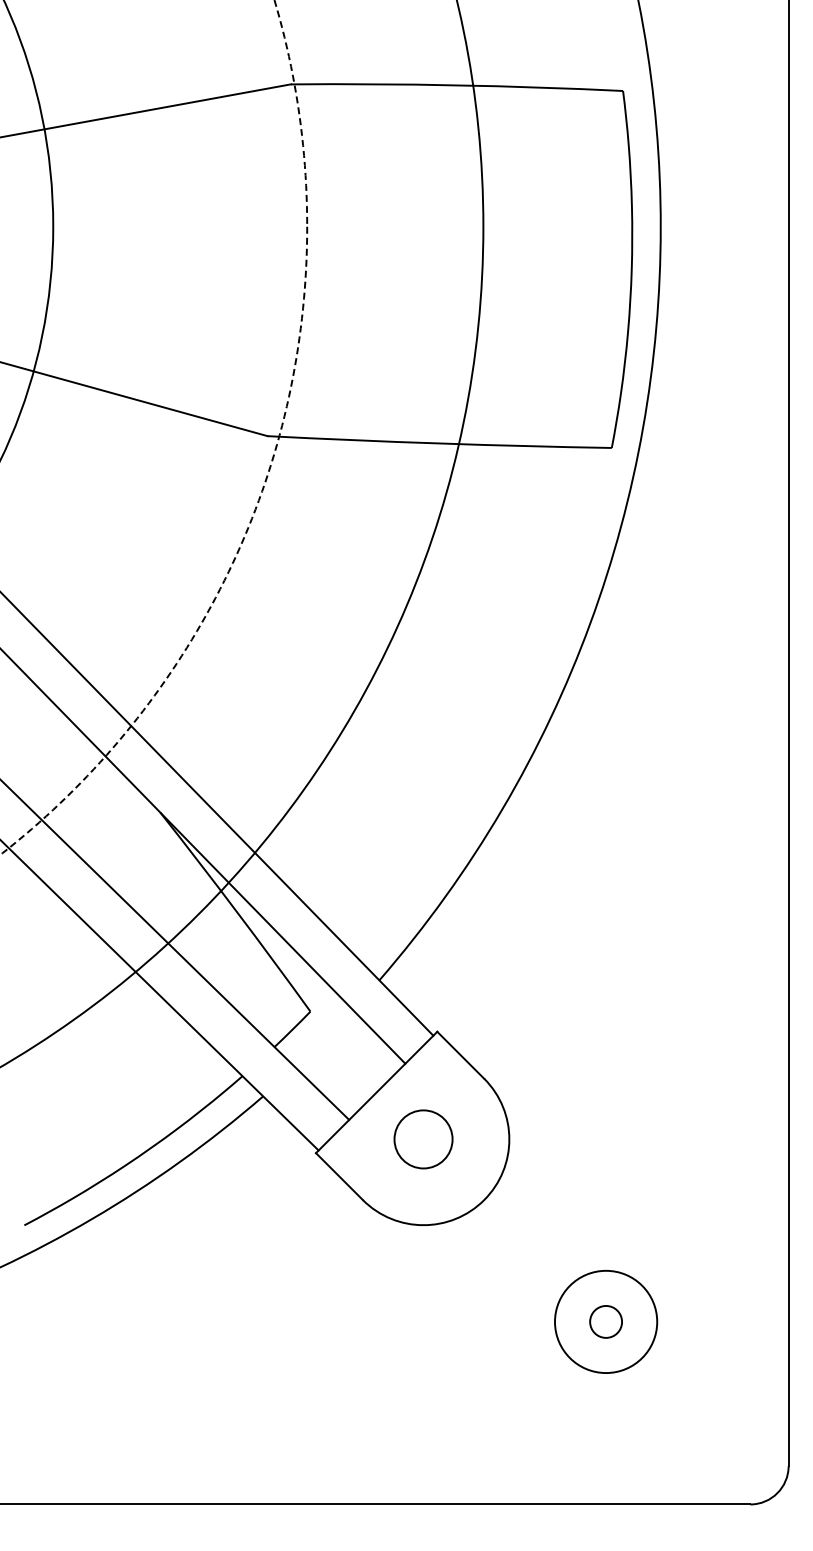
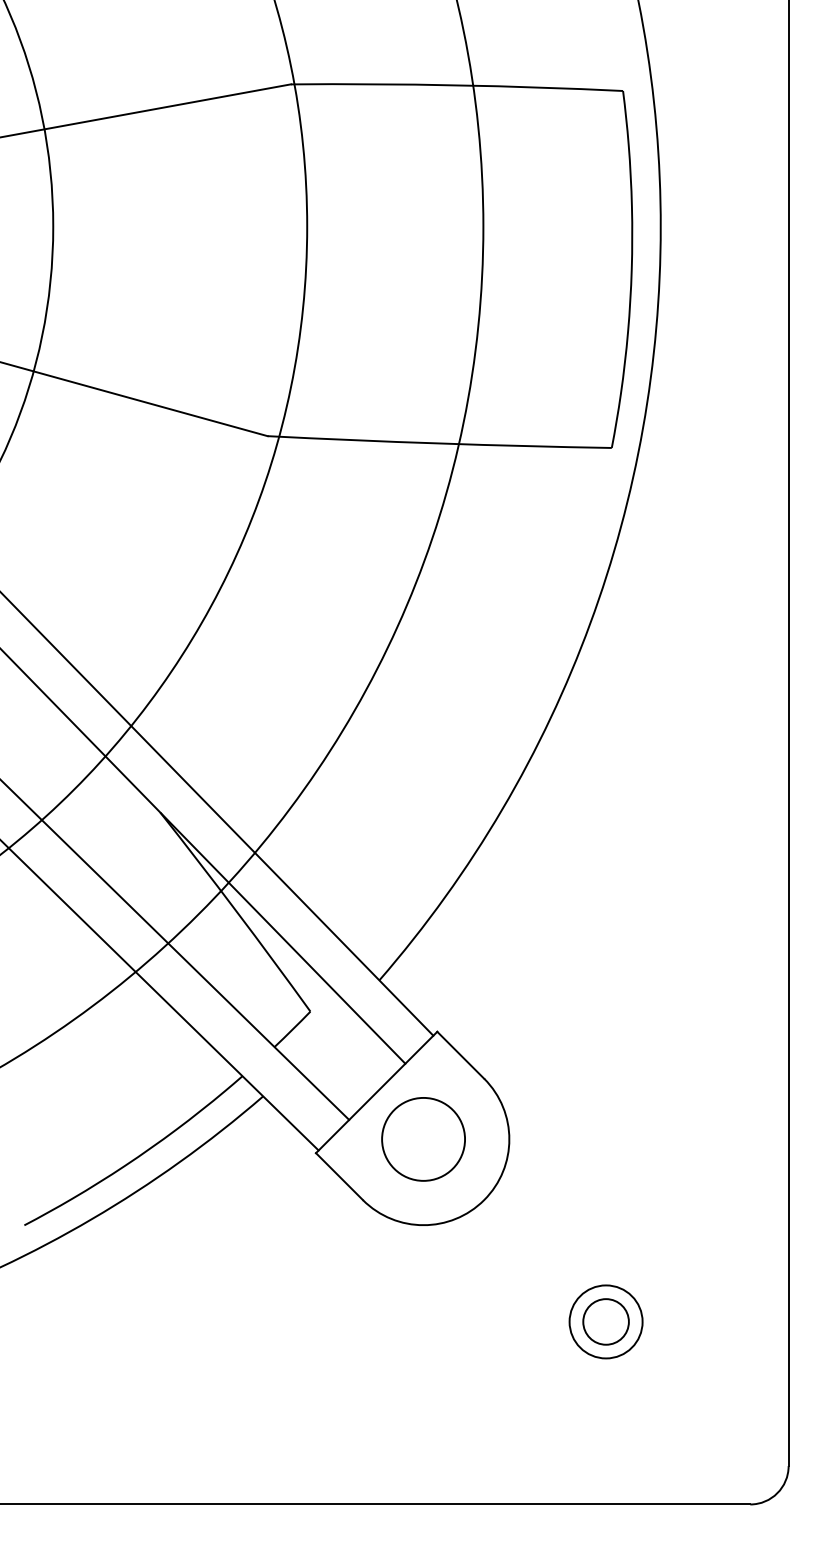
circle at (153, 427): dashed -> solid
circle at (423, 1139) size: 61x61 px -> 85x85 px
circle at (606, 1321) diameter: 102 px -> 73 px
circle at (606, 1321) diameter: 32 px -> 46 px
